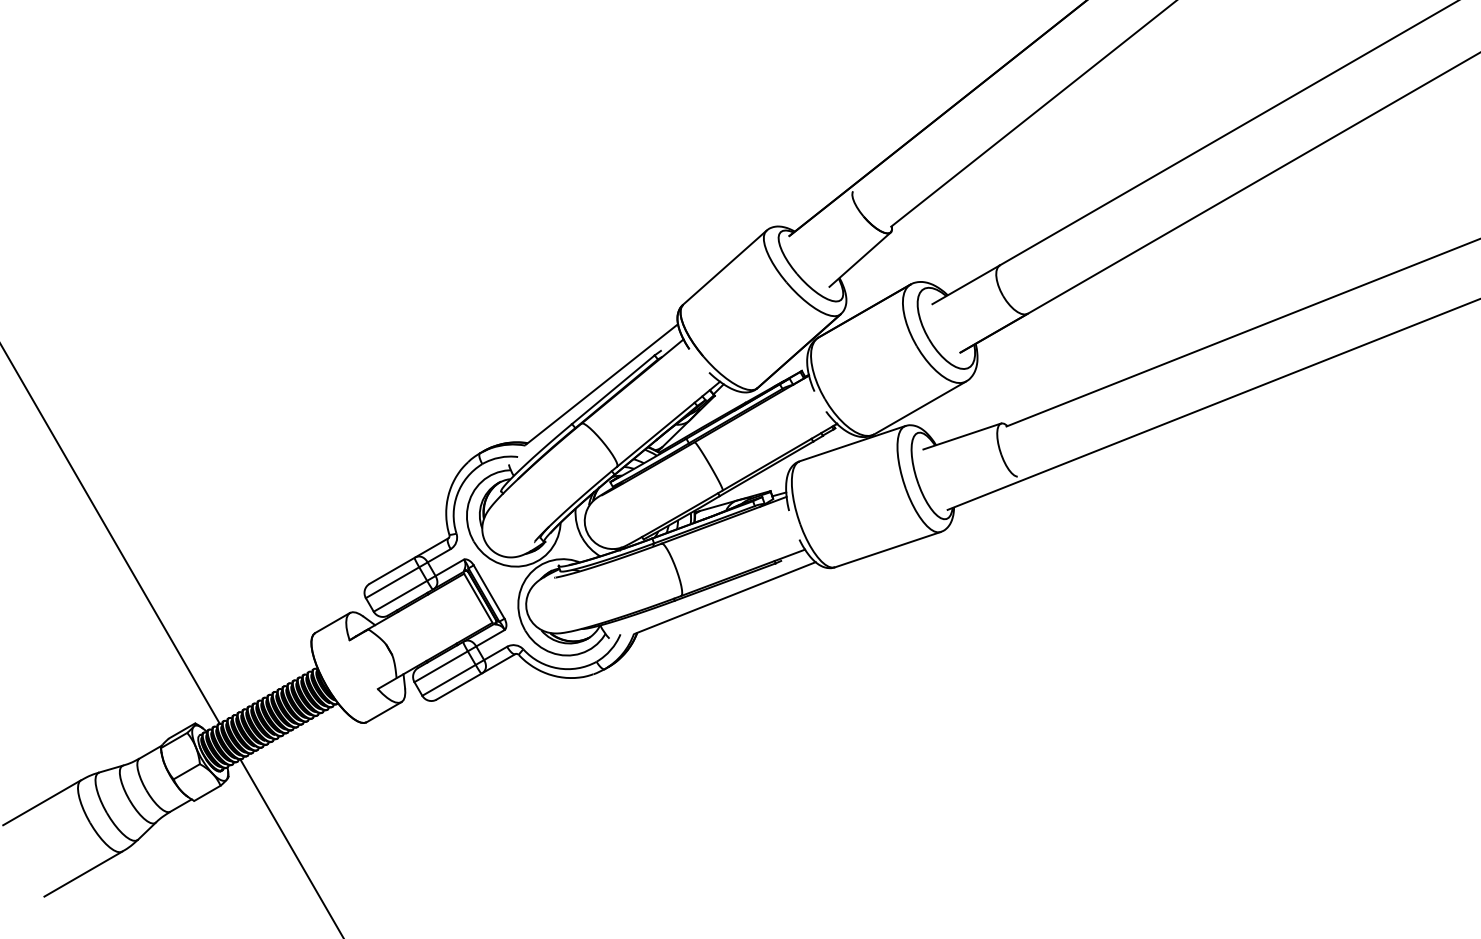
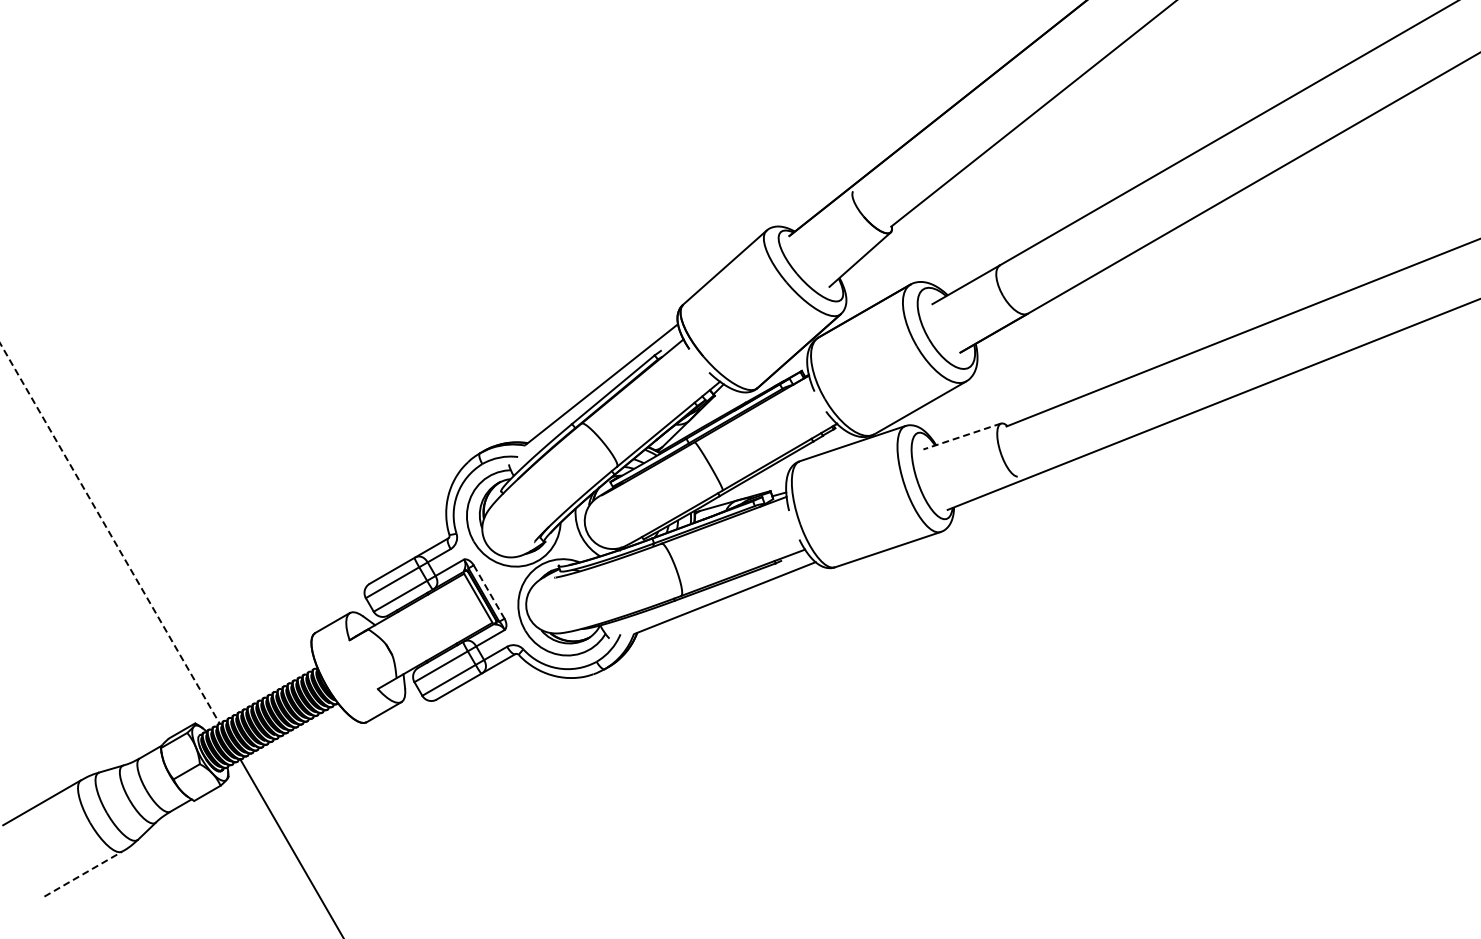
line at (962, 436): solid -> dashed
line at (110, 533): solid -> dashed
line at (489, 592): solid -> dashed
line at (83, 874): solid -> dashed
